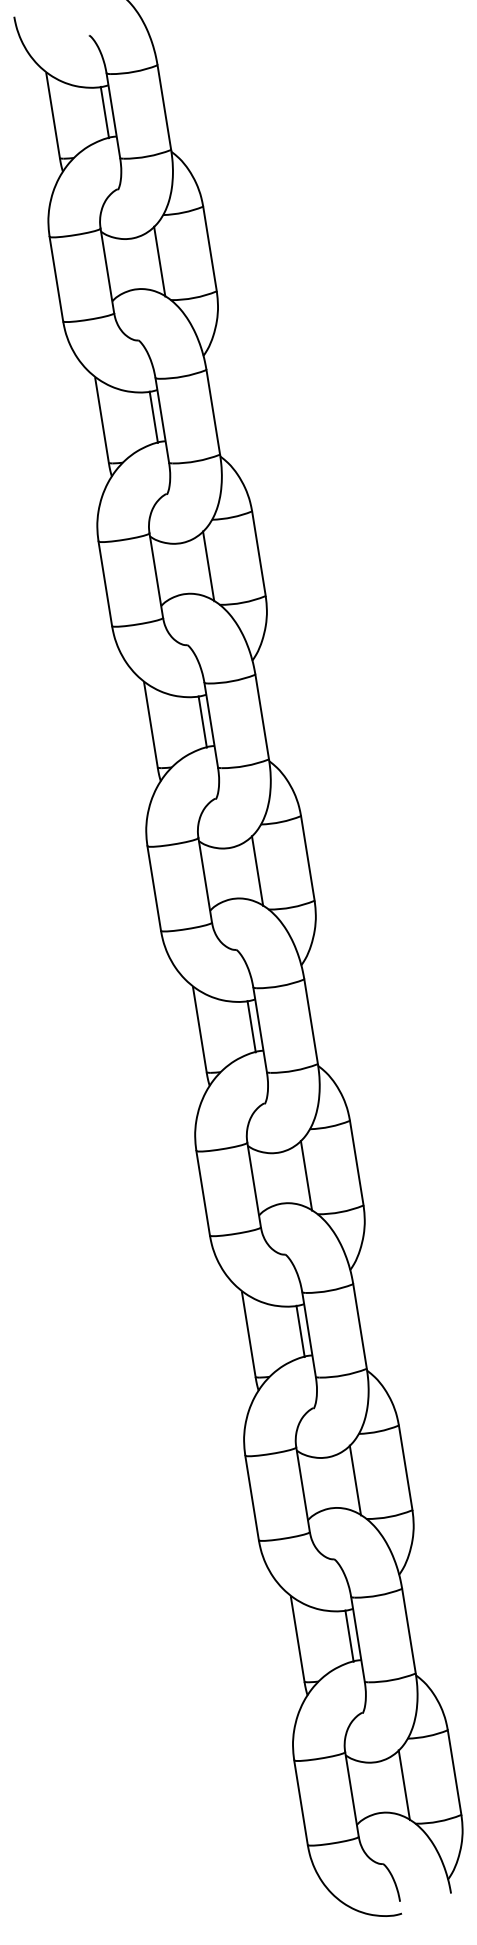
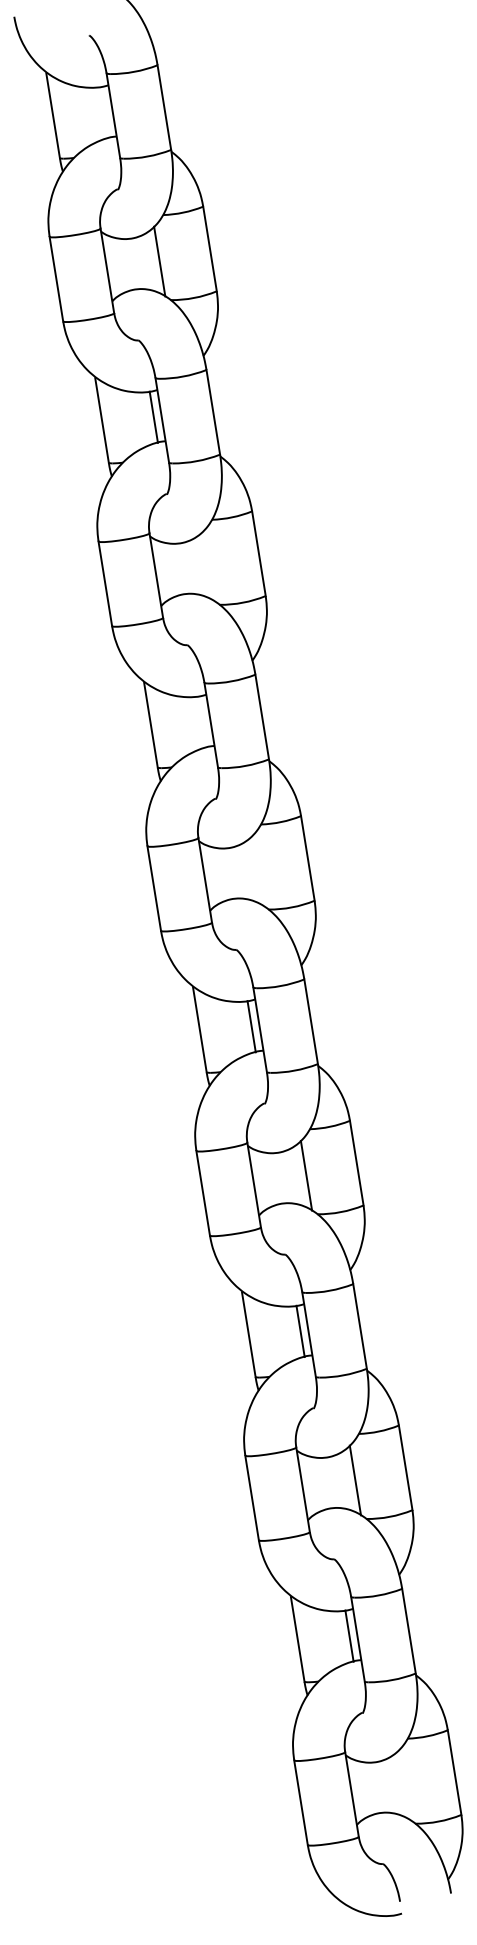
line at (104, 112): present -> none
line at (208, 566): present -> none
line at (202, 721): present -> none
line at (257, 870): present -> none
line at (403, 1785): present -> none
